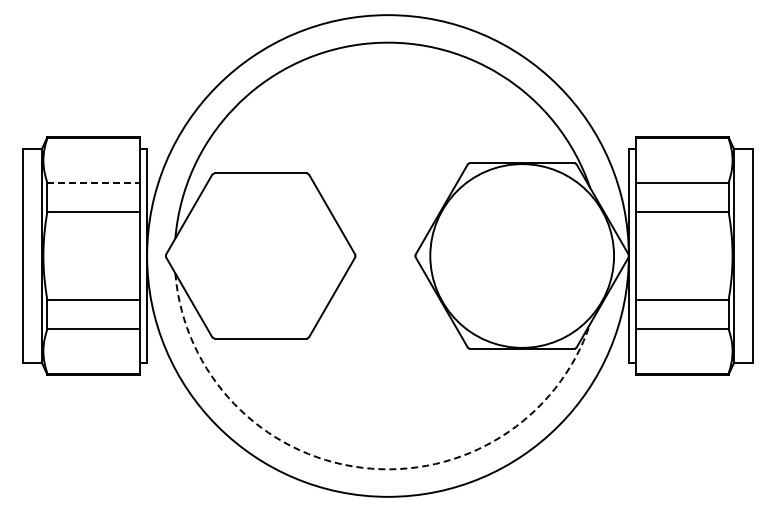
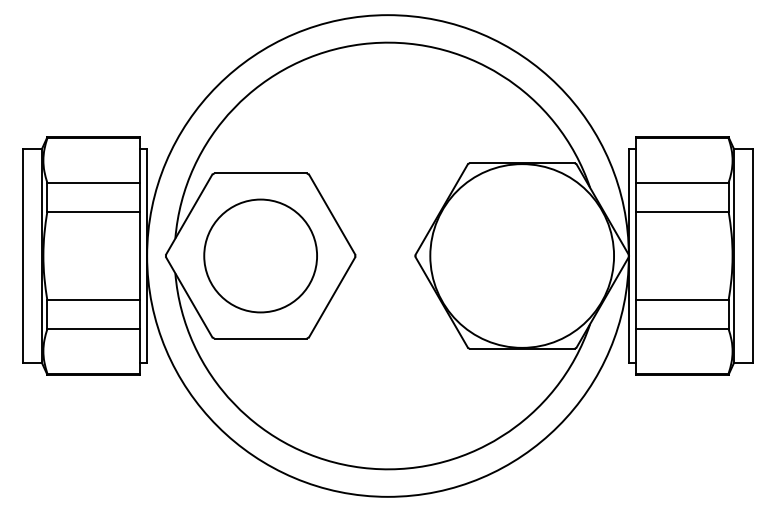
line at (94, 182): dashed -> solid
circle at (260, 255): none -> present
arc at (362, 467): dashed -> solid
